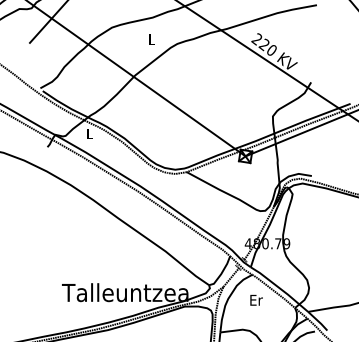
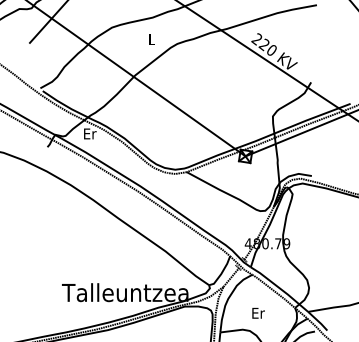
text at (90, 133): L -> Er
text at (256, 299) position: (256, 299) -> (258, 312)
